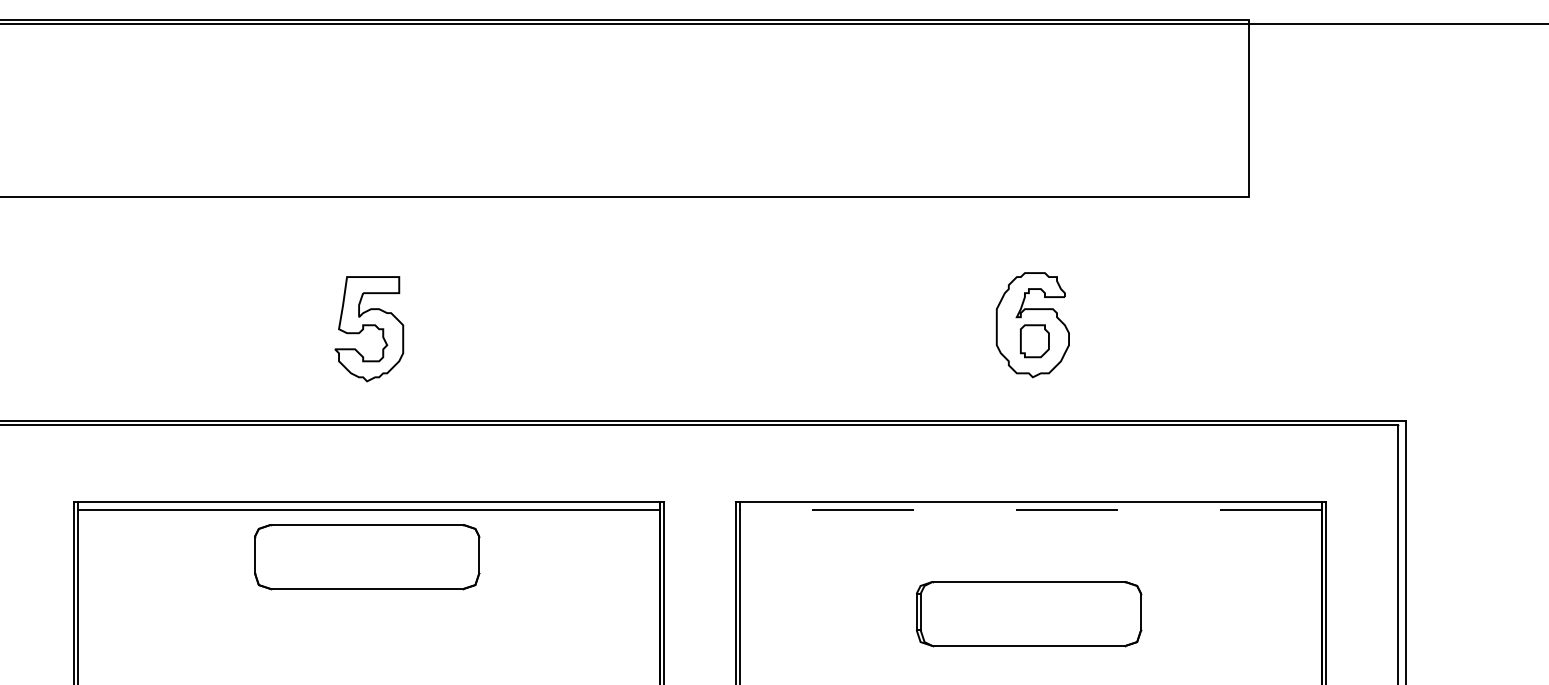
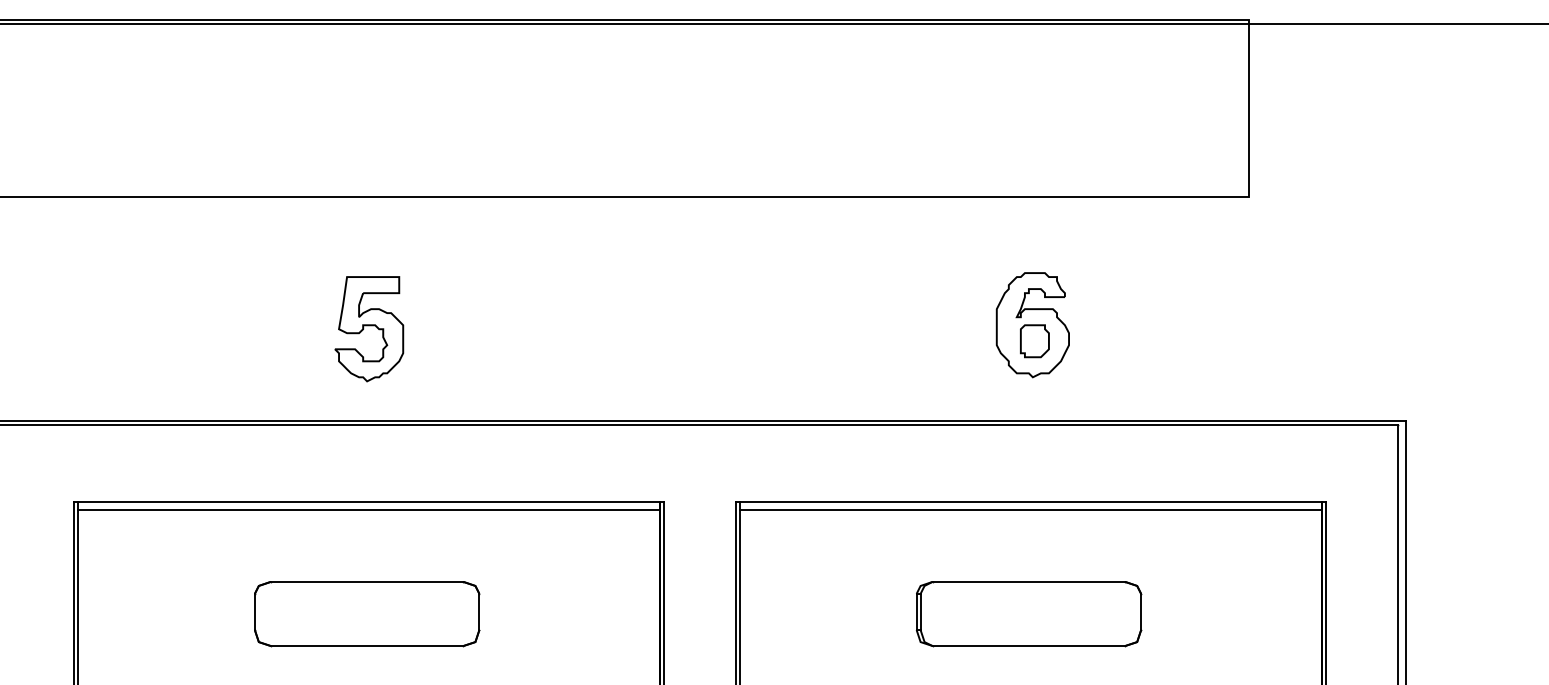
line at (1030, 509): dashed -> solid
part at (367, 557) position: (367, 557) -> (367, 614)
